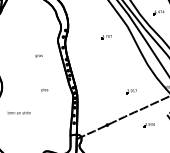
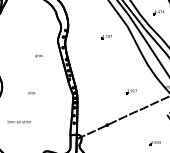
text at (44, 89) position: (44, 89) -> (31, 92)
text at (18, 112) position: (18, 112) -> (18, 121)
part at (148, 125) position: (148, 125) -> (154, 143)
